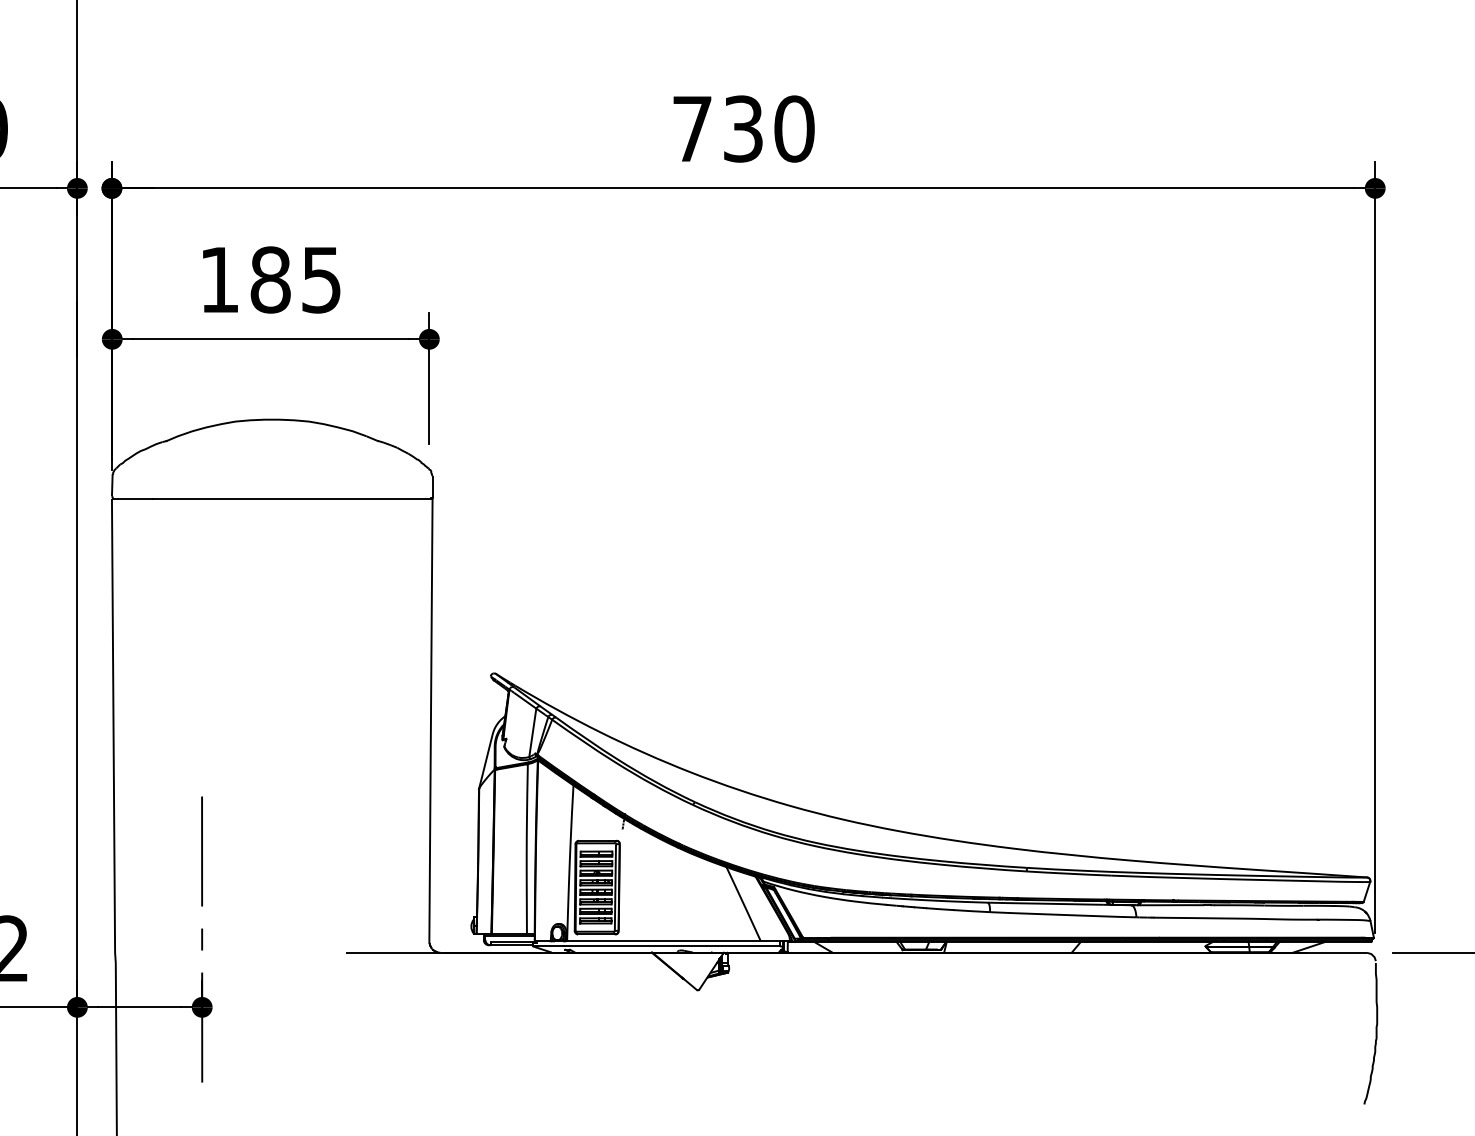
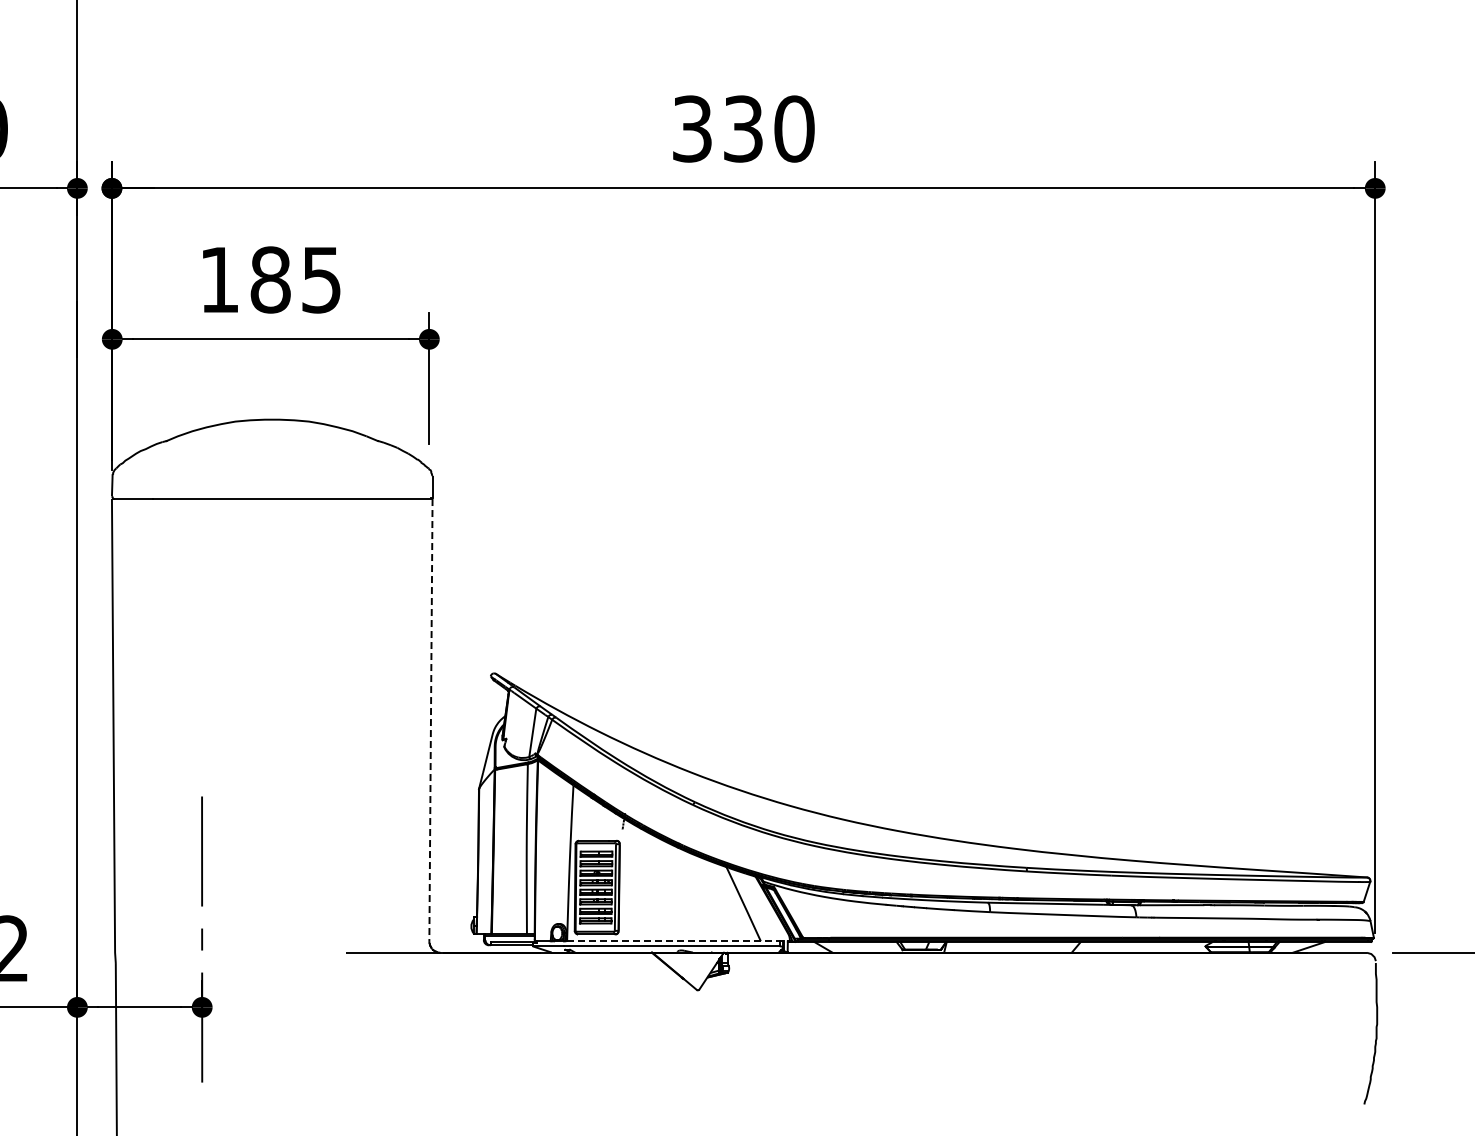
text at (692, 128): 730 -> 330
line at (430, 720): solid -> dashed
line at (679, 941): solid -> dashed
